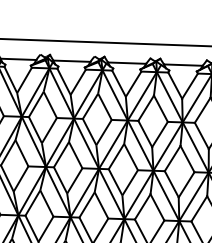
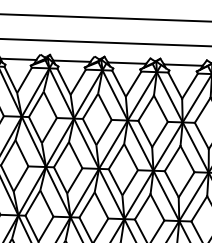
line at (105, 17): none -> present
